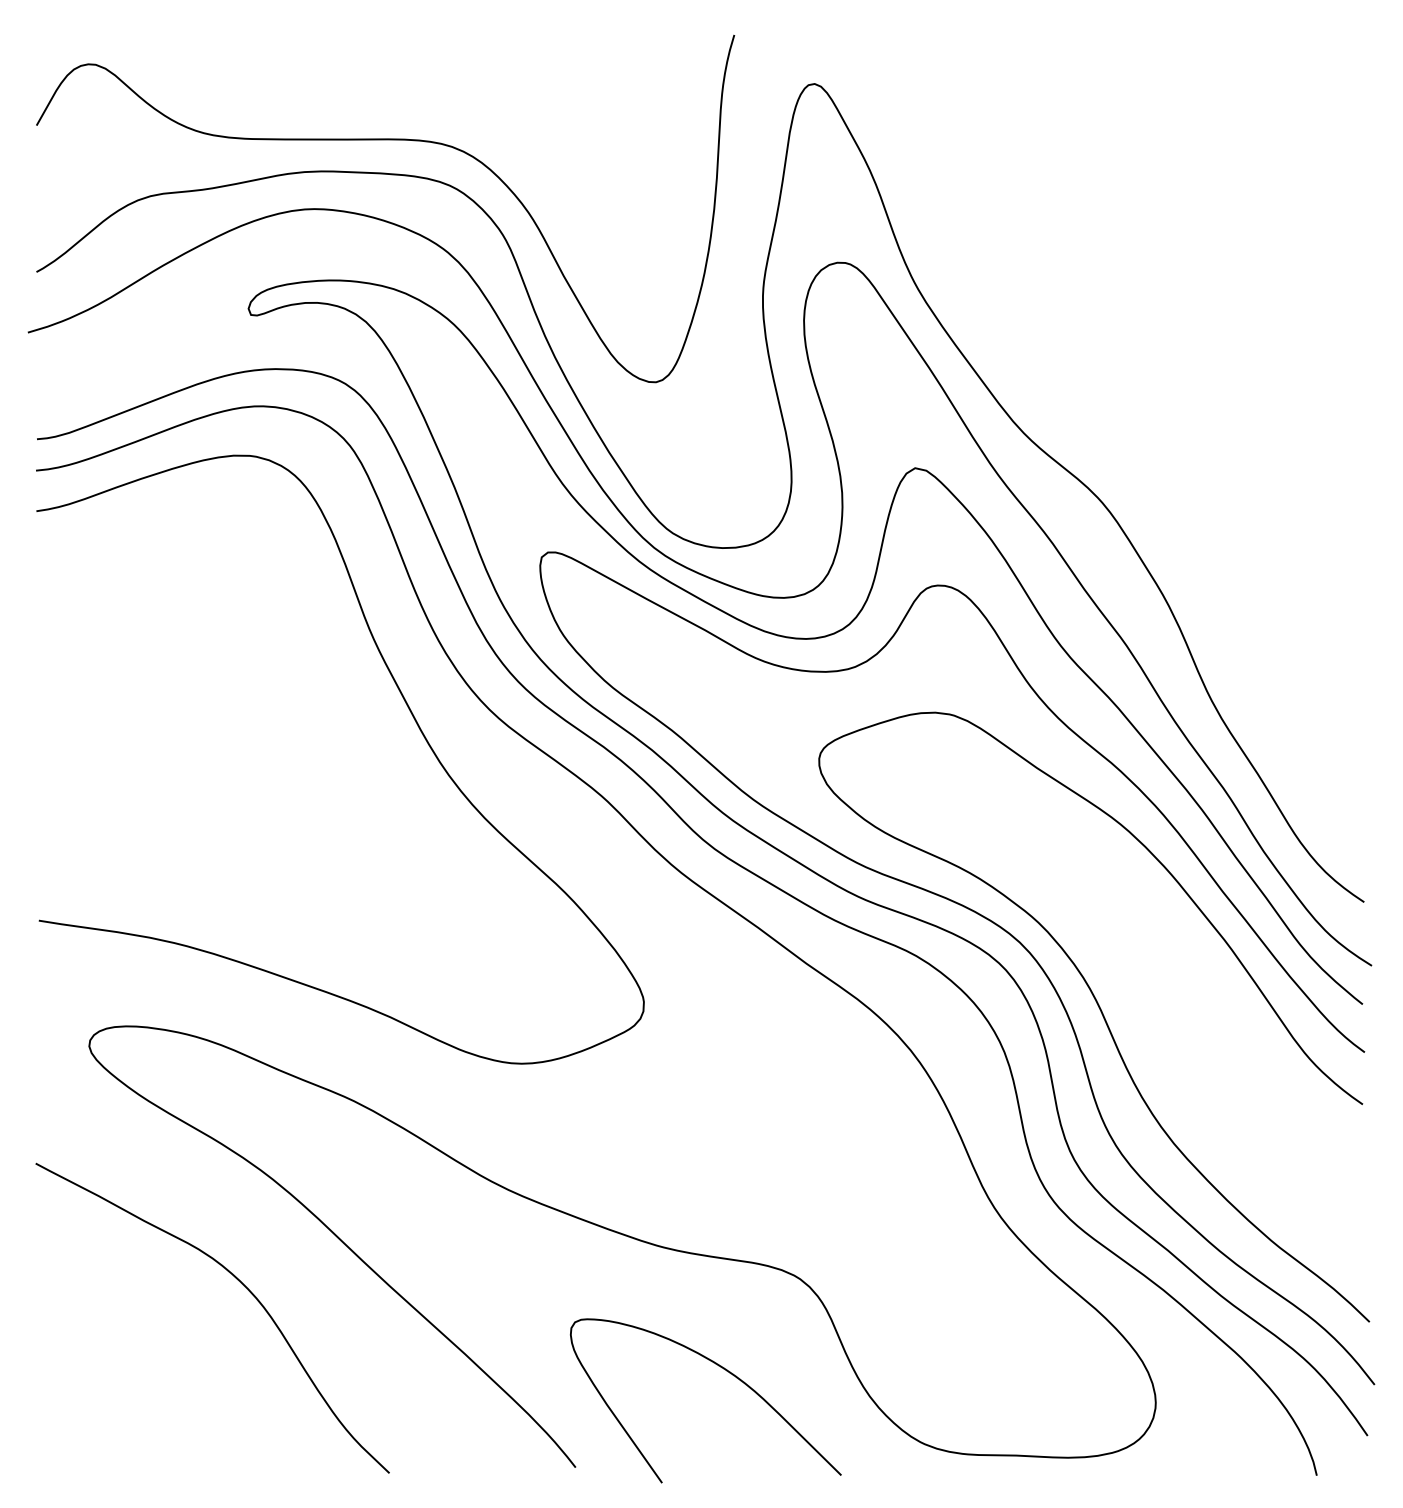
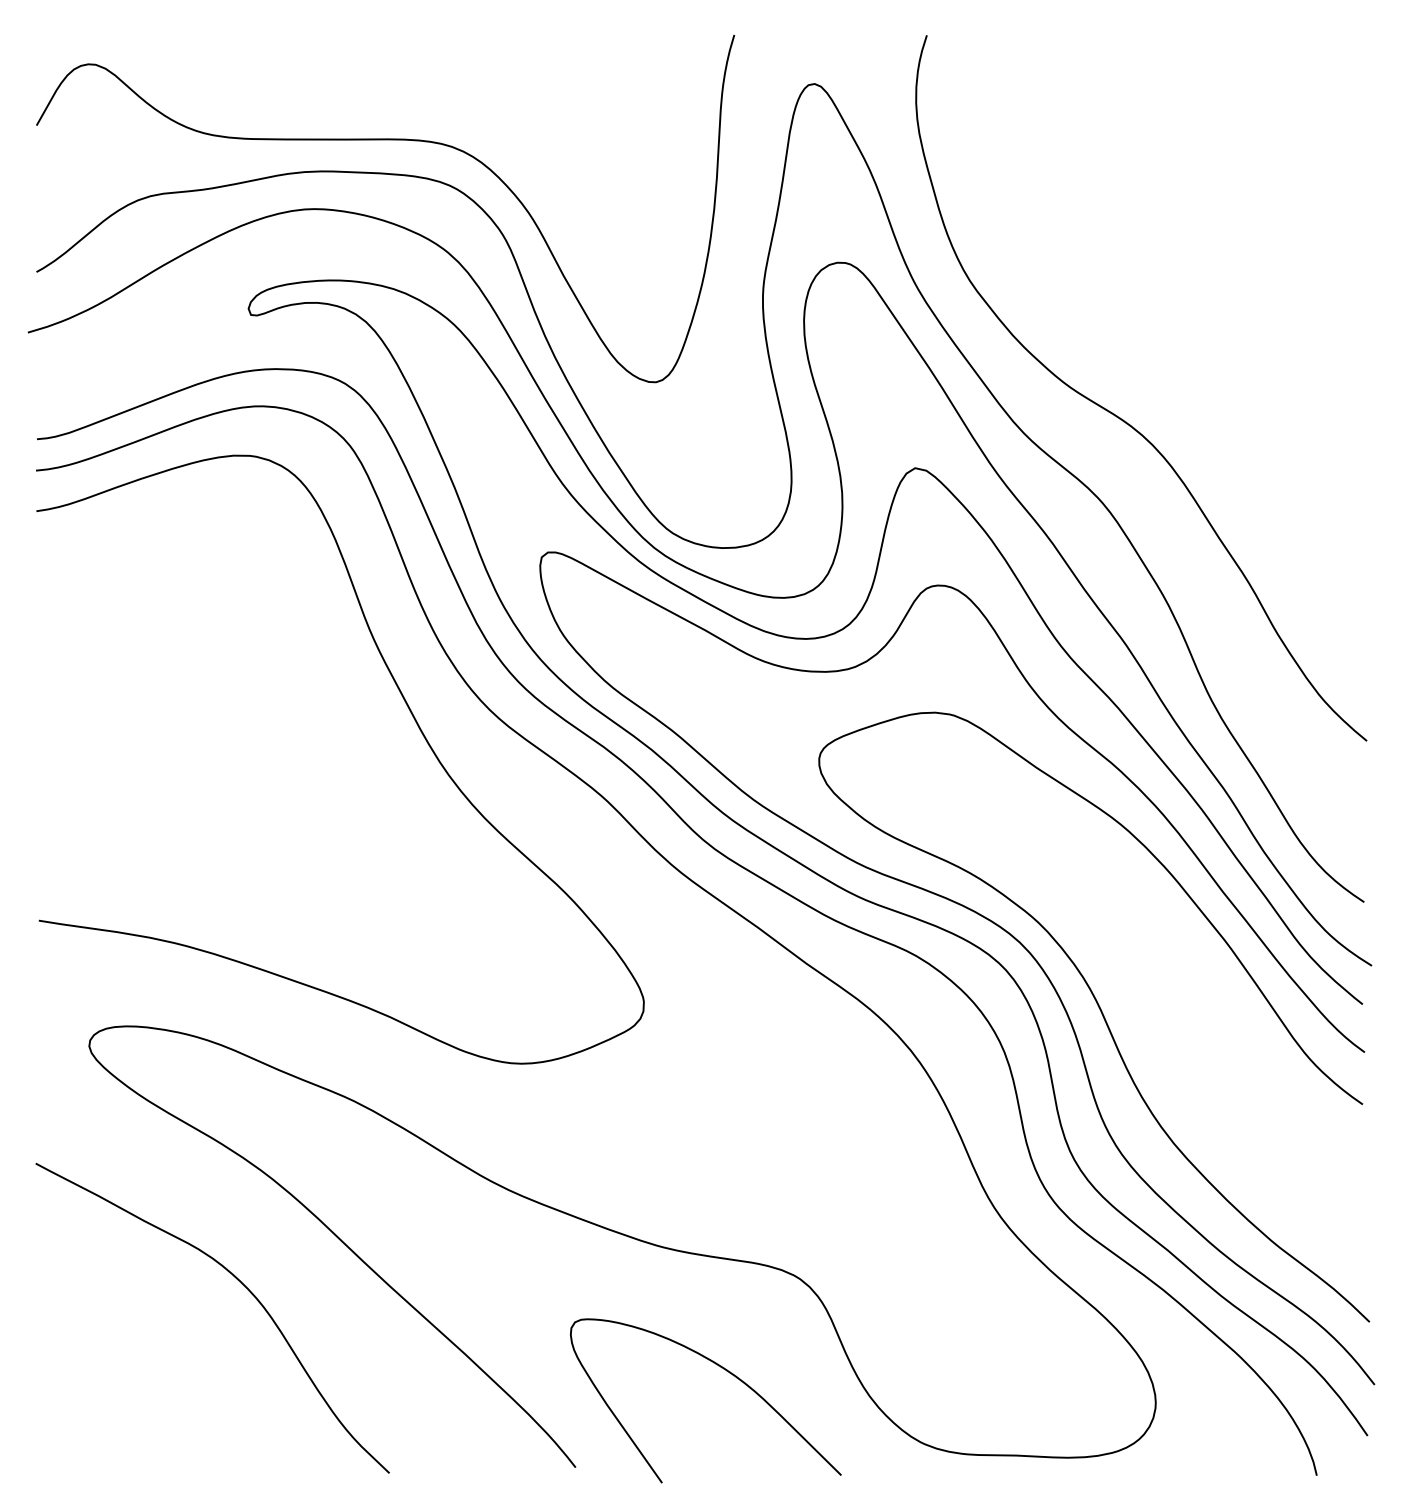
curve at (1120, 417): none -> present
